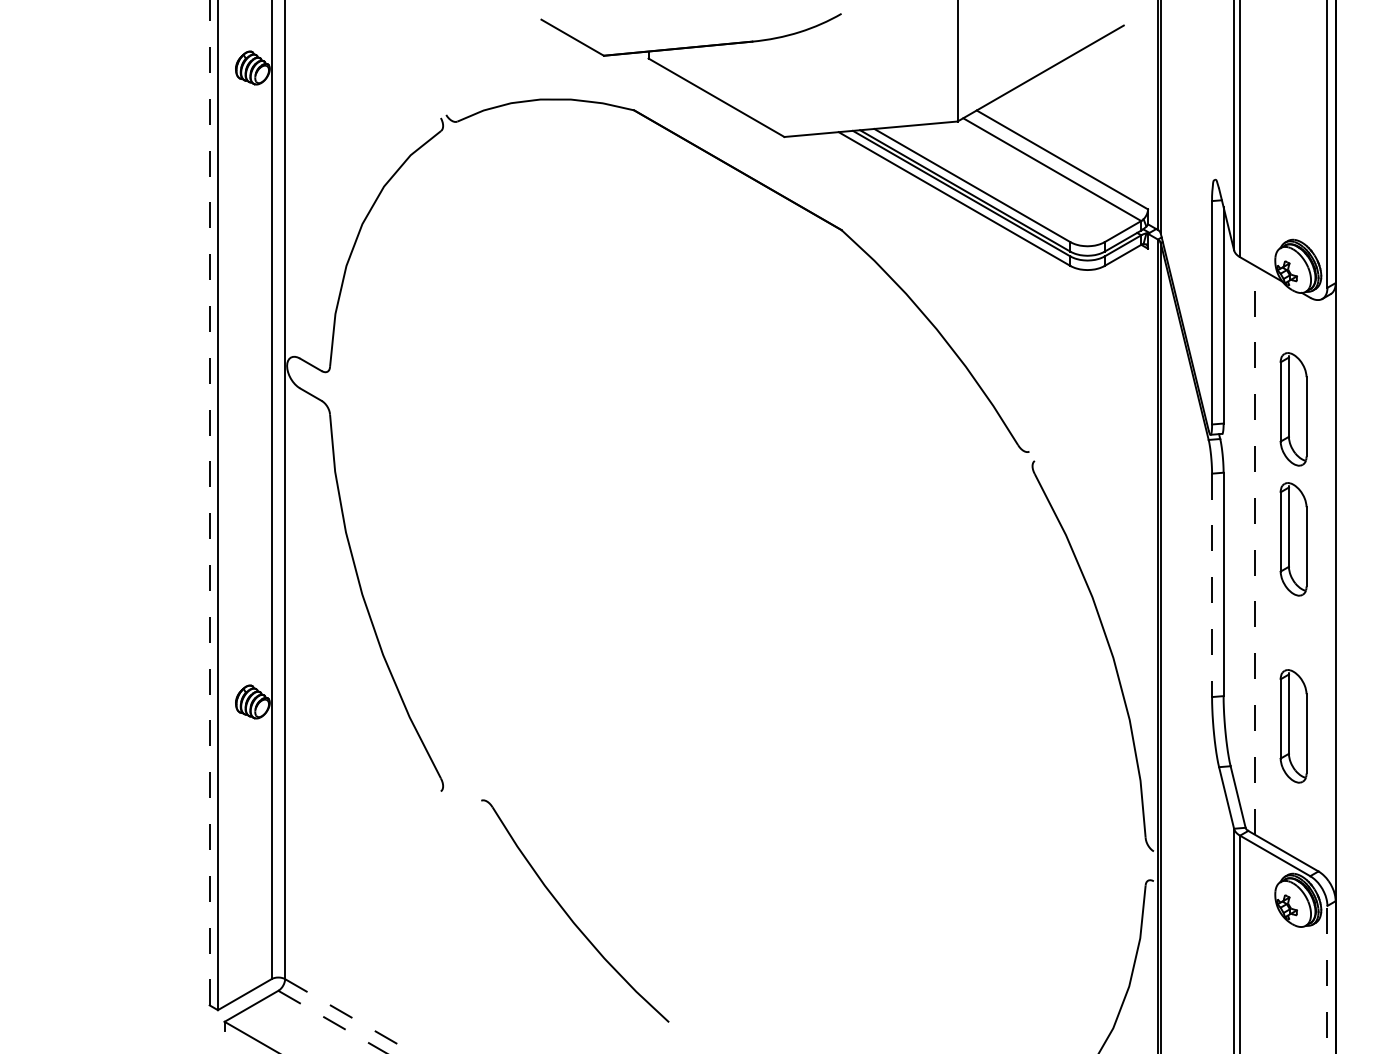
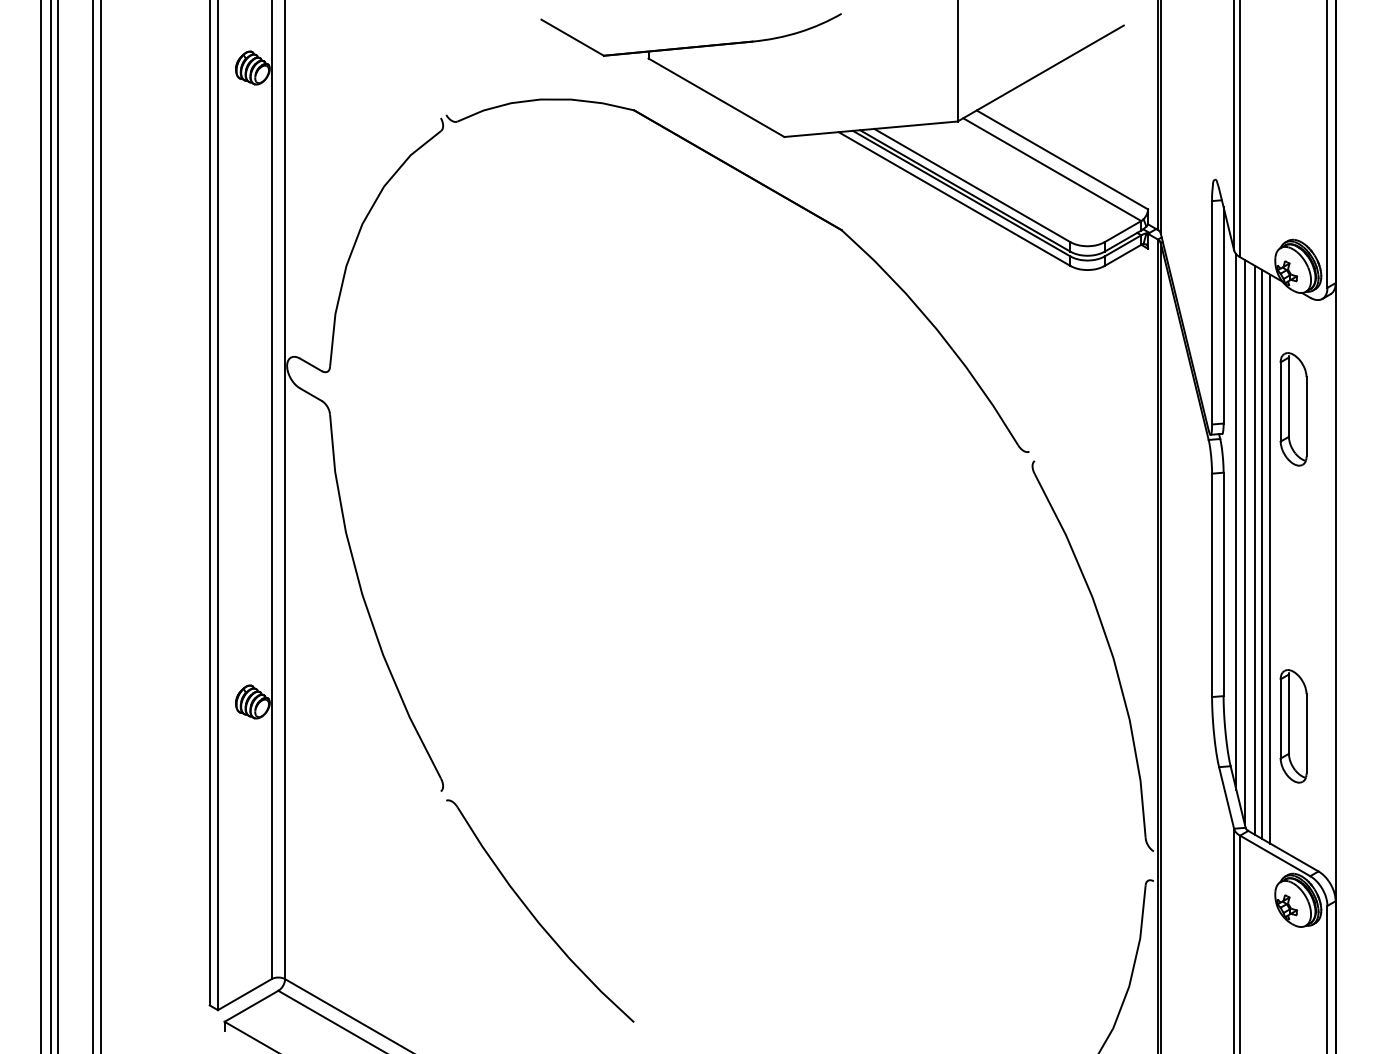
line at (209, 502): dashed -> solid
line at (1236, 521): none -> present
line at (41, 526): none -> present
line at (51, 526): none -> present
line at (58, 526): none -> present
line at (92, 526): none -> present
line at (101, 526): none -> present
part at (1293, 539): present -> none
line at (1244, 542): none -> present
line at (1254, 549): dashed -> solid
line at (1261, 553): none -> present
line at (1270, 558): none -> present
line at (1212, 585): dashed -> solid
part at (569, 915) position: (569, 915) -> (534, 915)
line at (1327, 979): dashed -> solid
line at (350, 1016): dashed -> solid
line at (332, 1022): dashed -> solid
